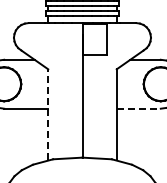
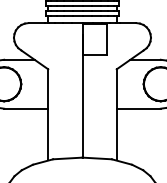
line at (139, 108): dashed -> solid
line at (48, 114): dashed -> solid
